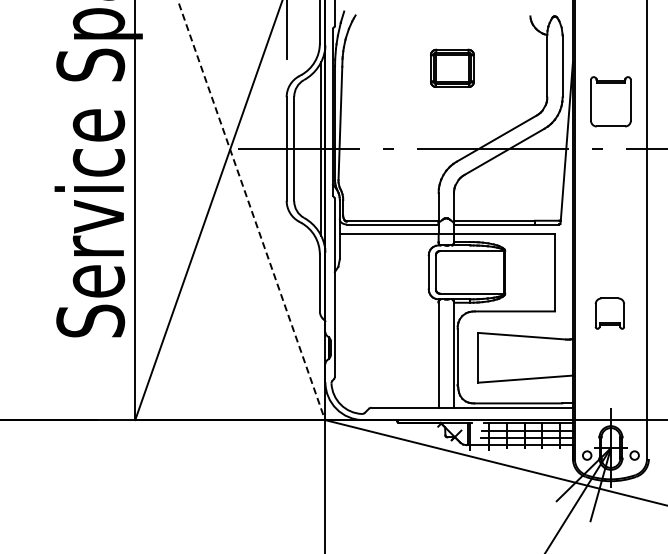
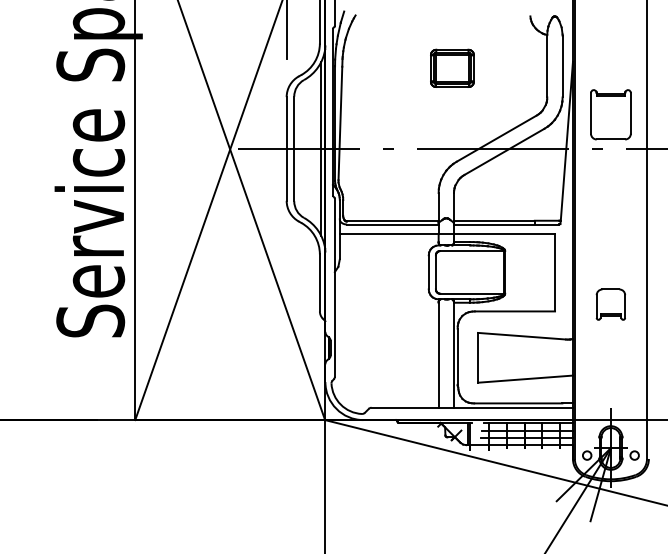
part at (610, 101) position: (610, 101) -> (610, 114)
line at (251, 210): dashed -> solid
part at (609, 313) position: (609, 313) -> (610, 304)
